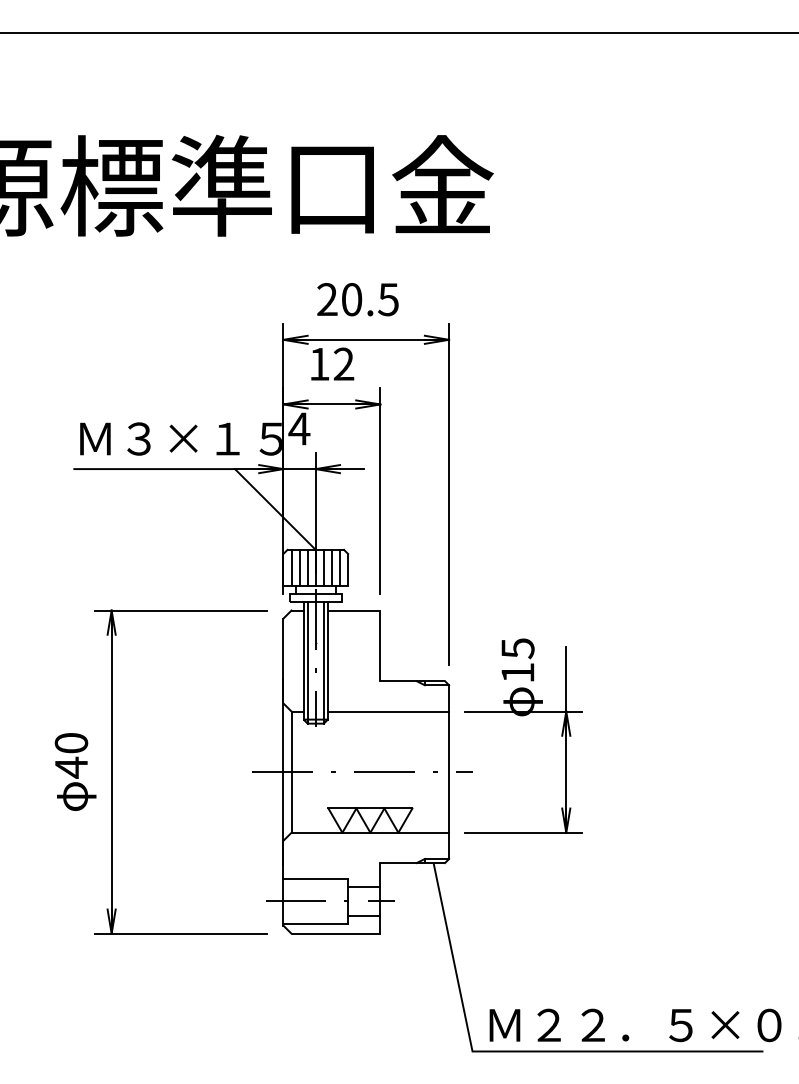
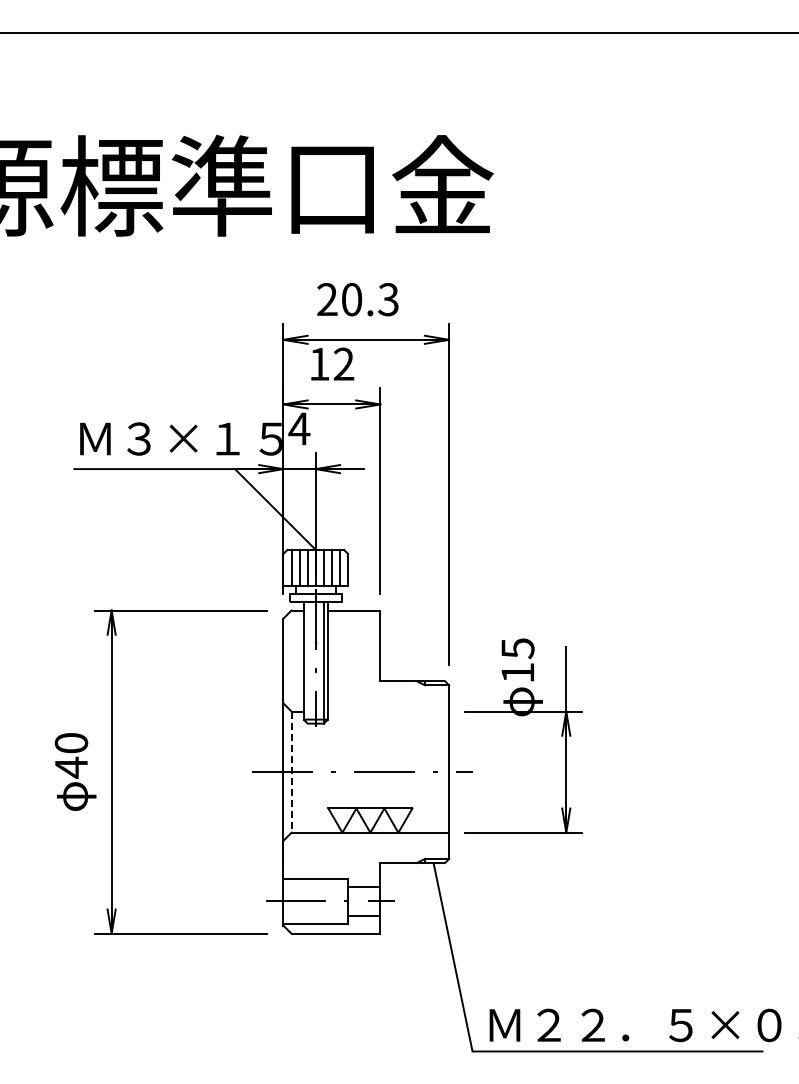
text at (388, 299): 20.5 -> 20.3
line at (307, 662): present -> none
line at (388, 711): present -> none
line at (291, 772): solid -> dashed
